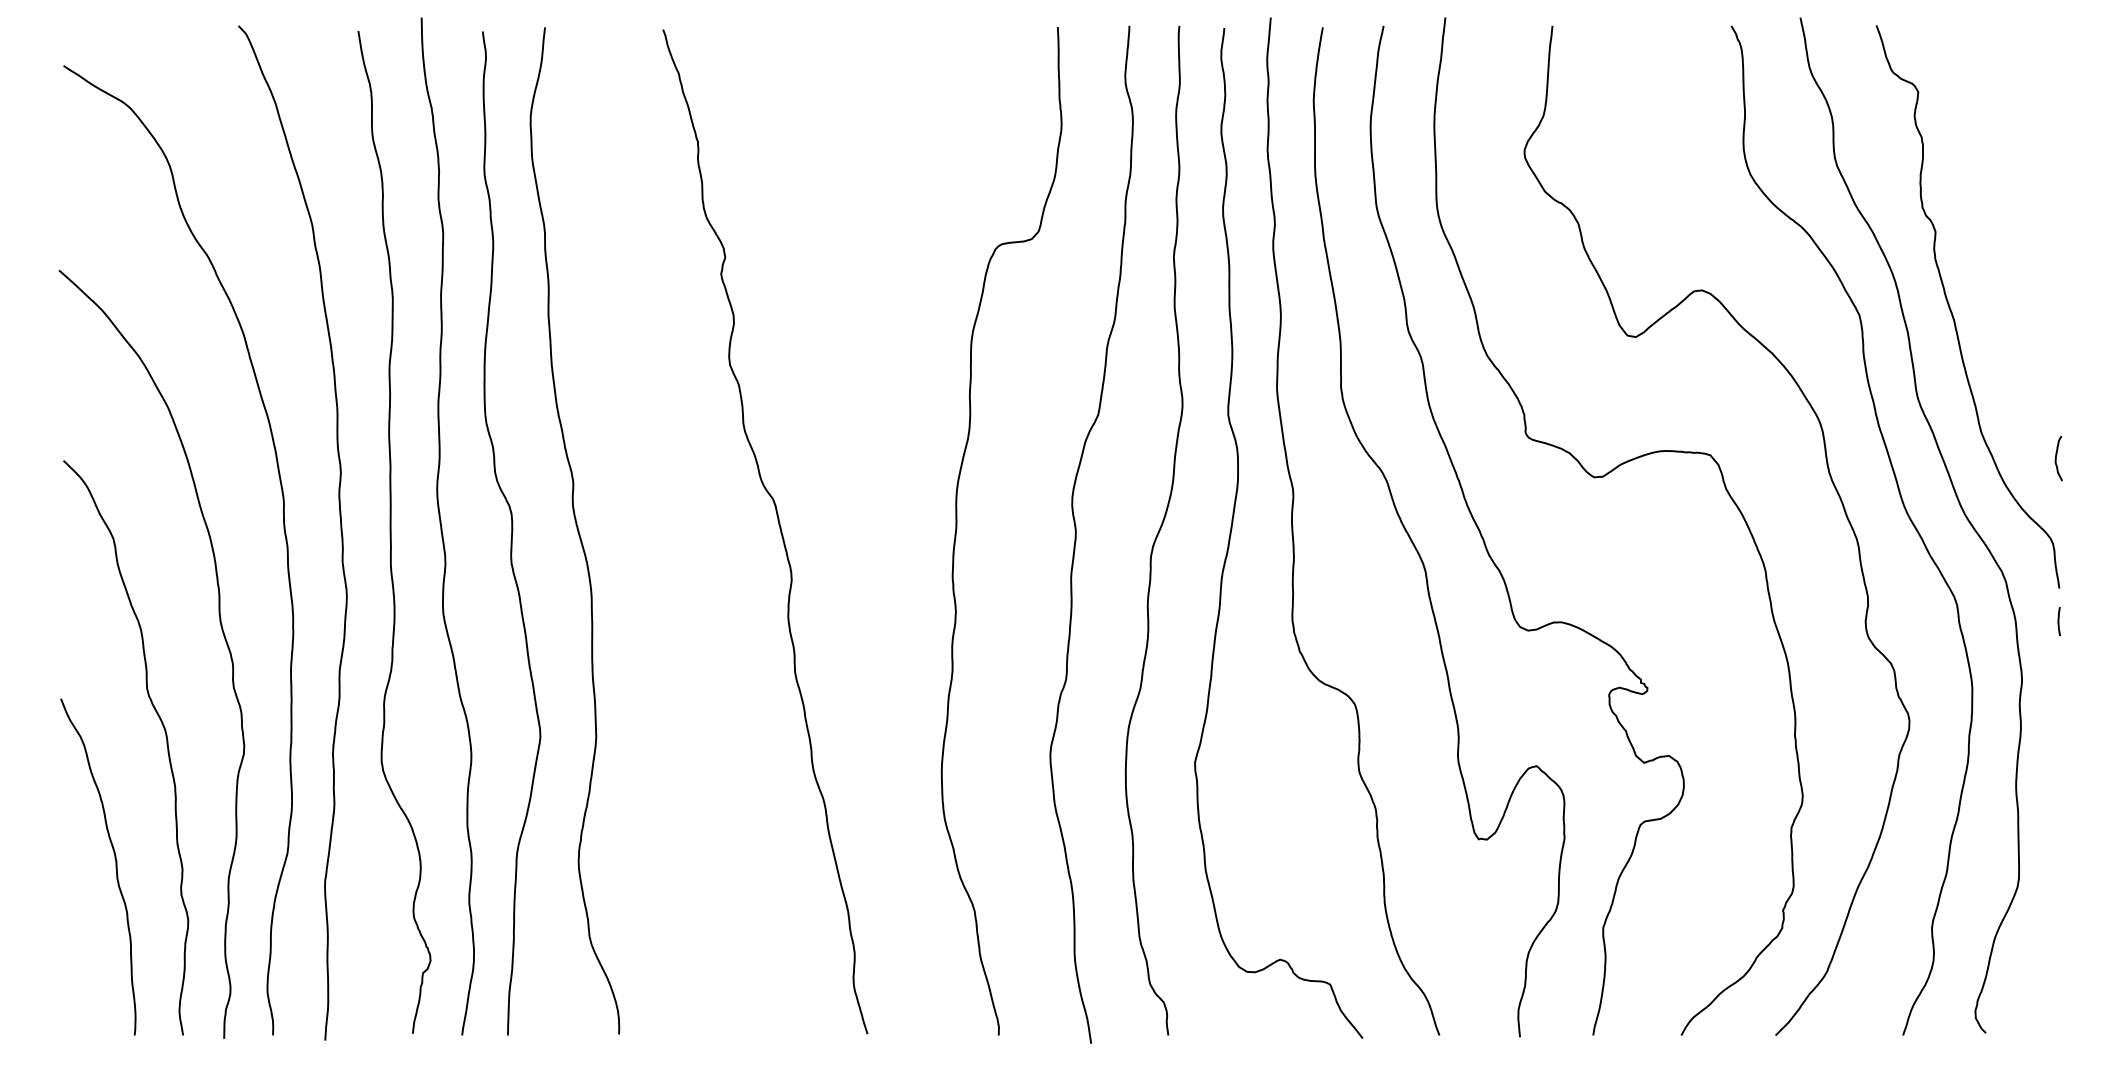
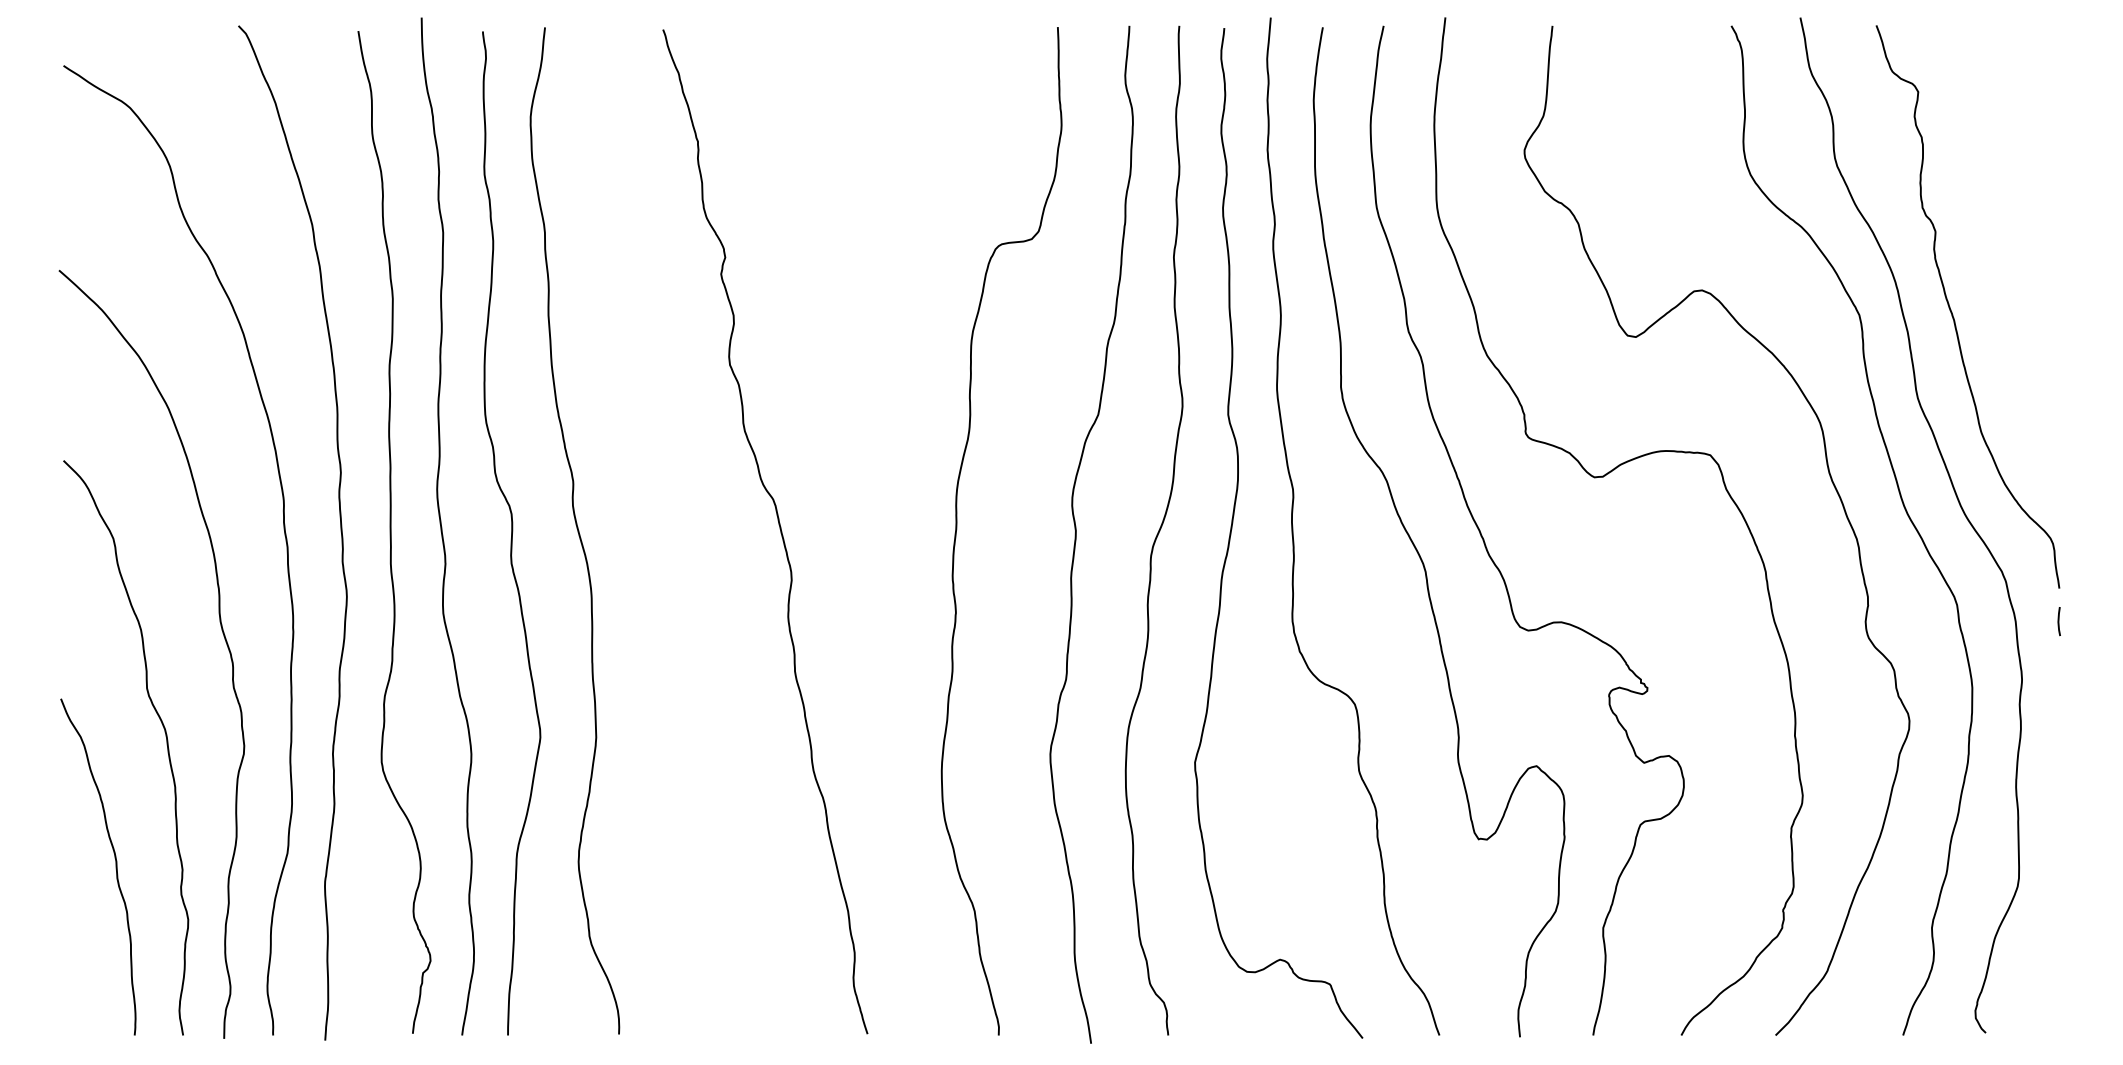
curve at (2056, 458): present -> none
